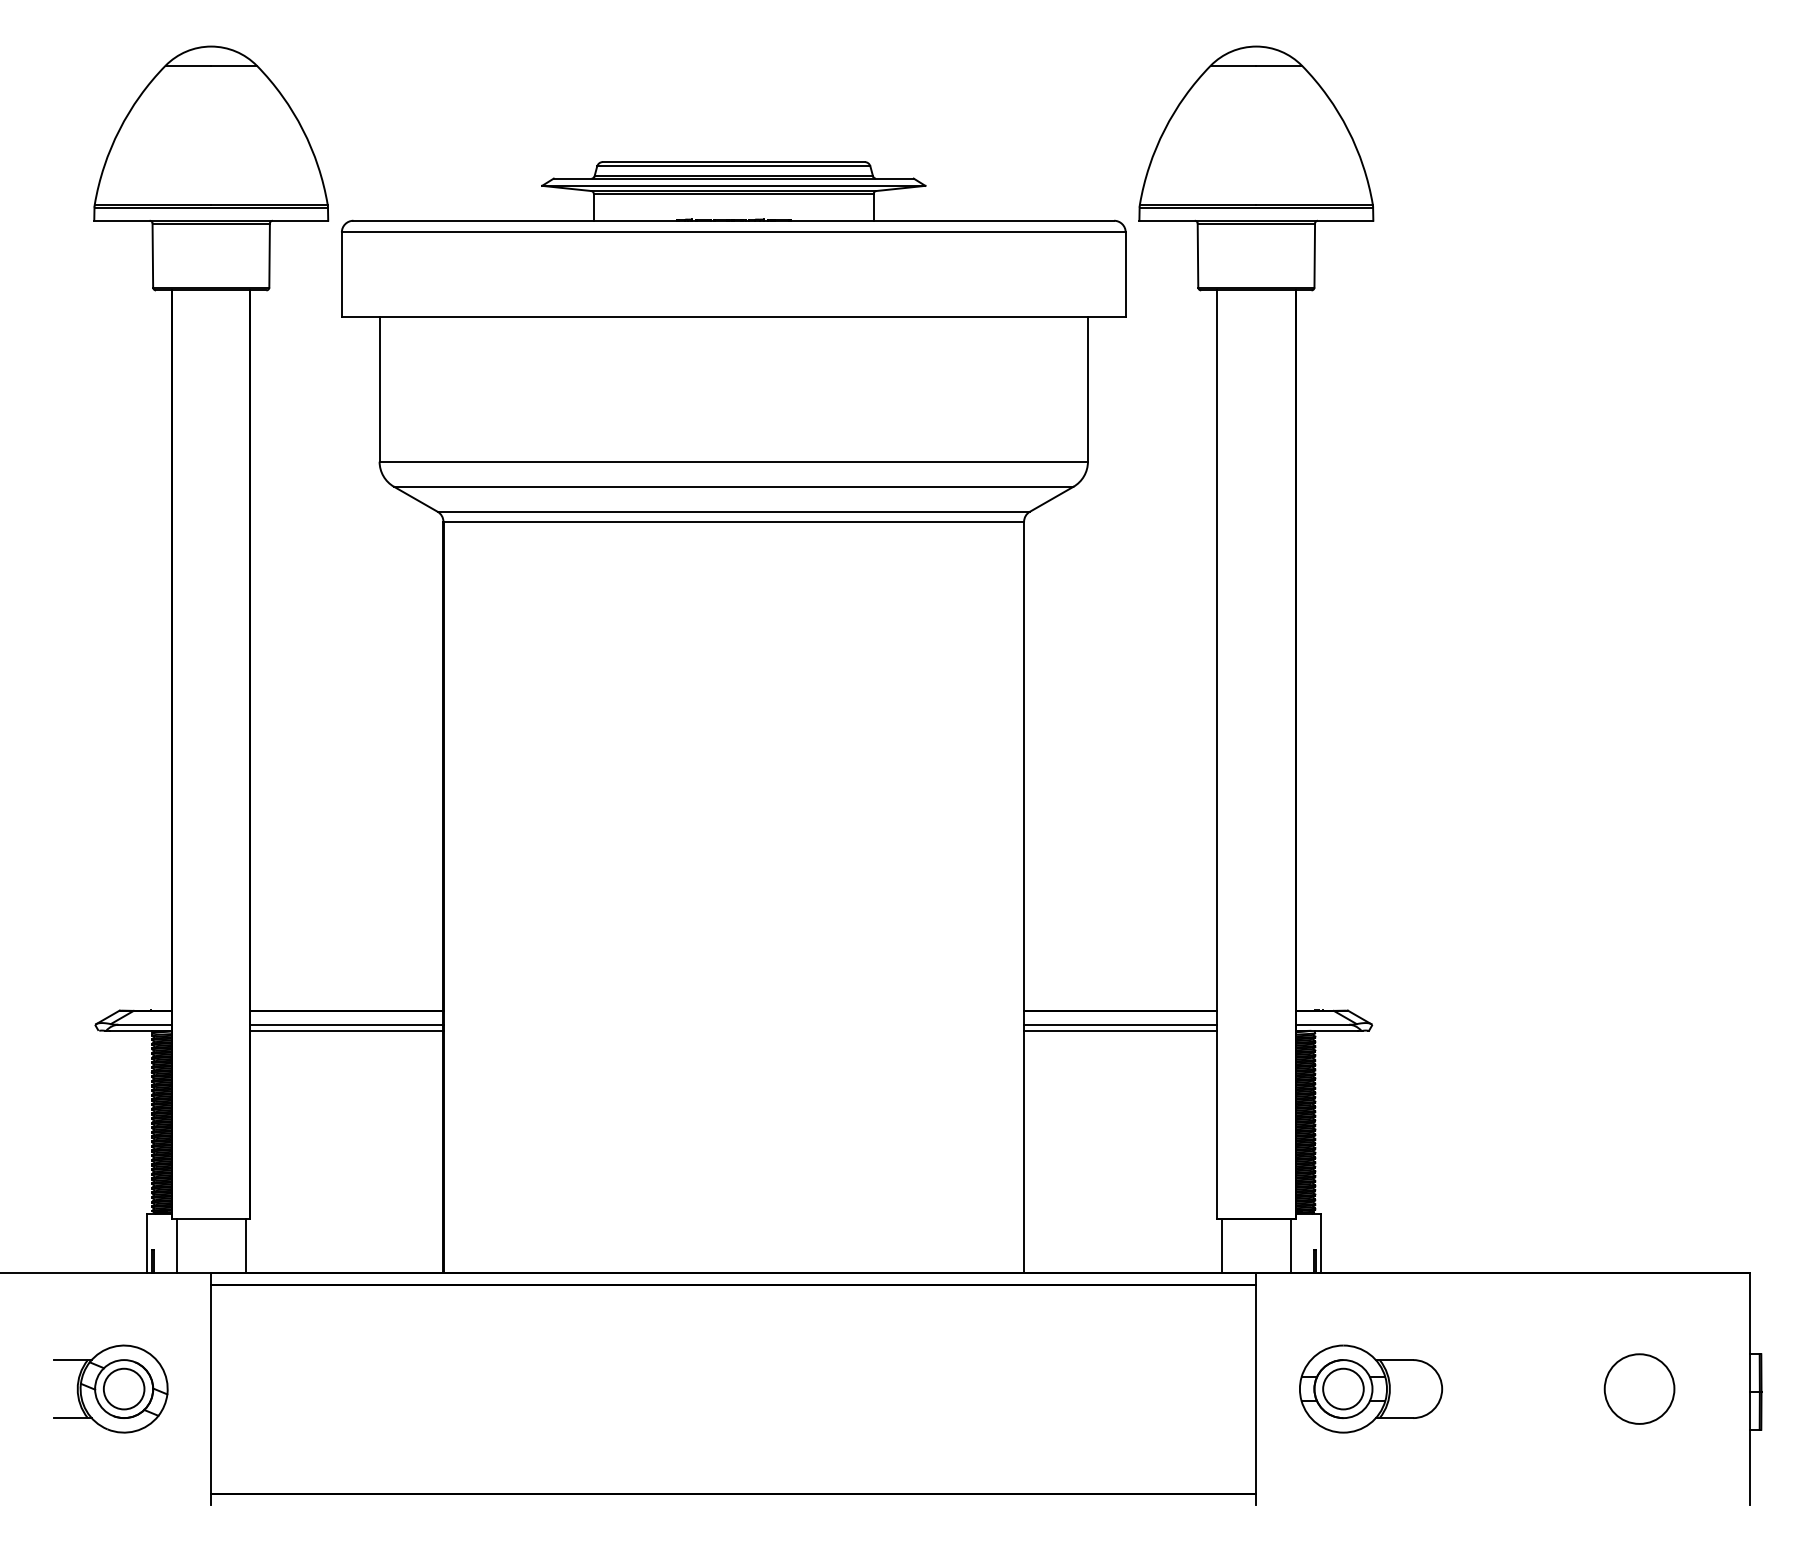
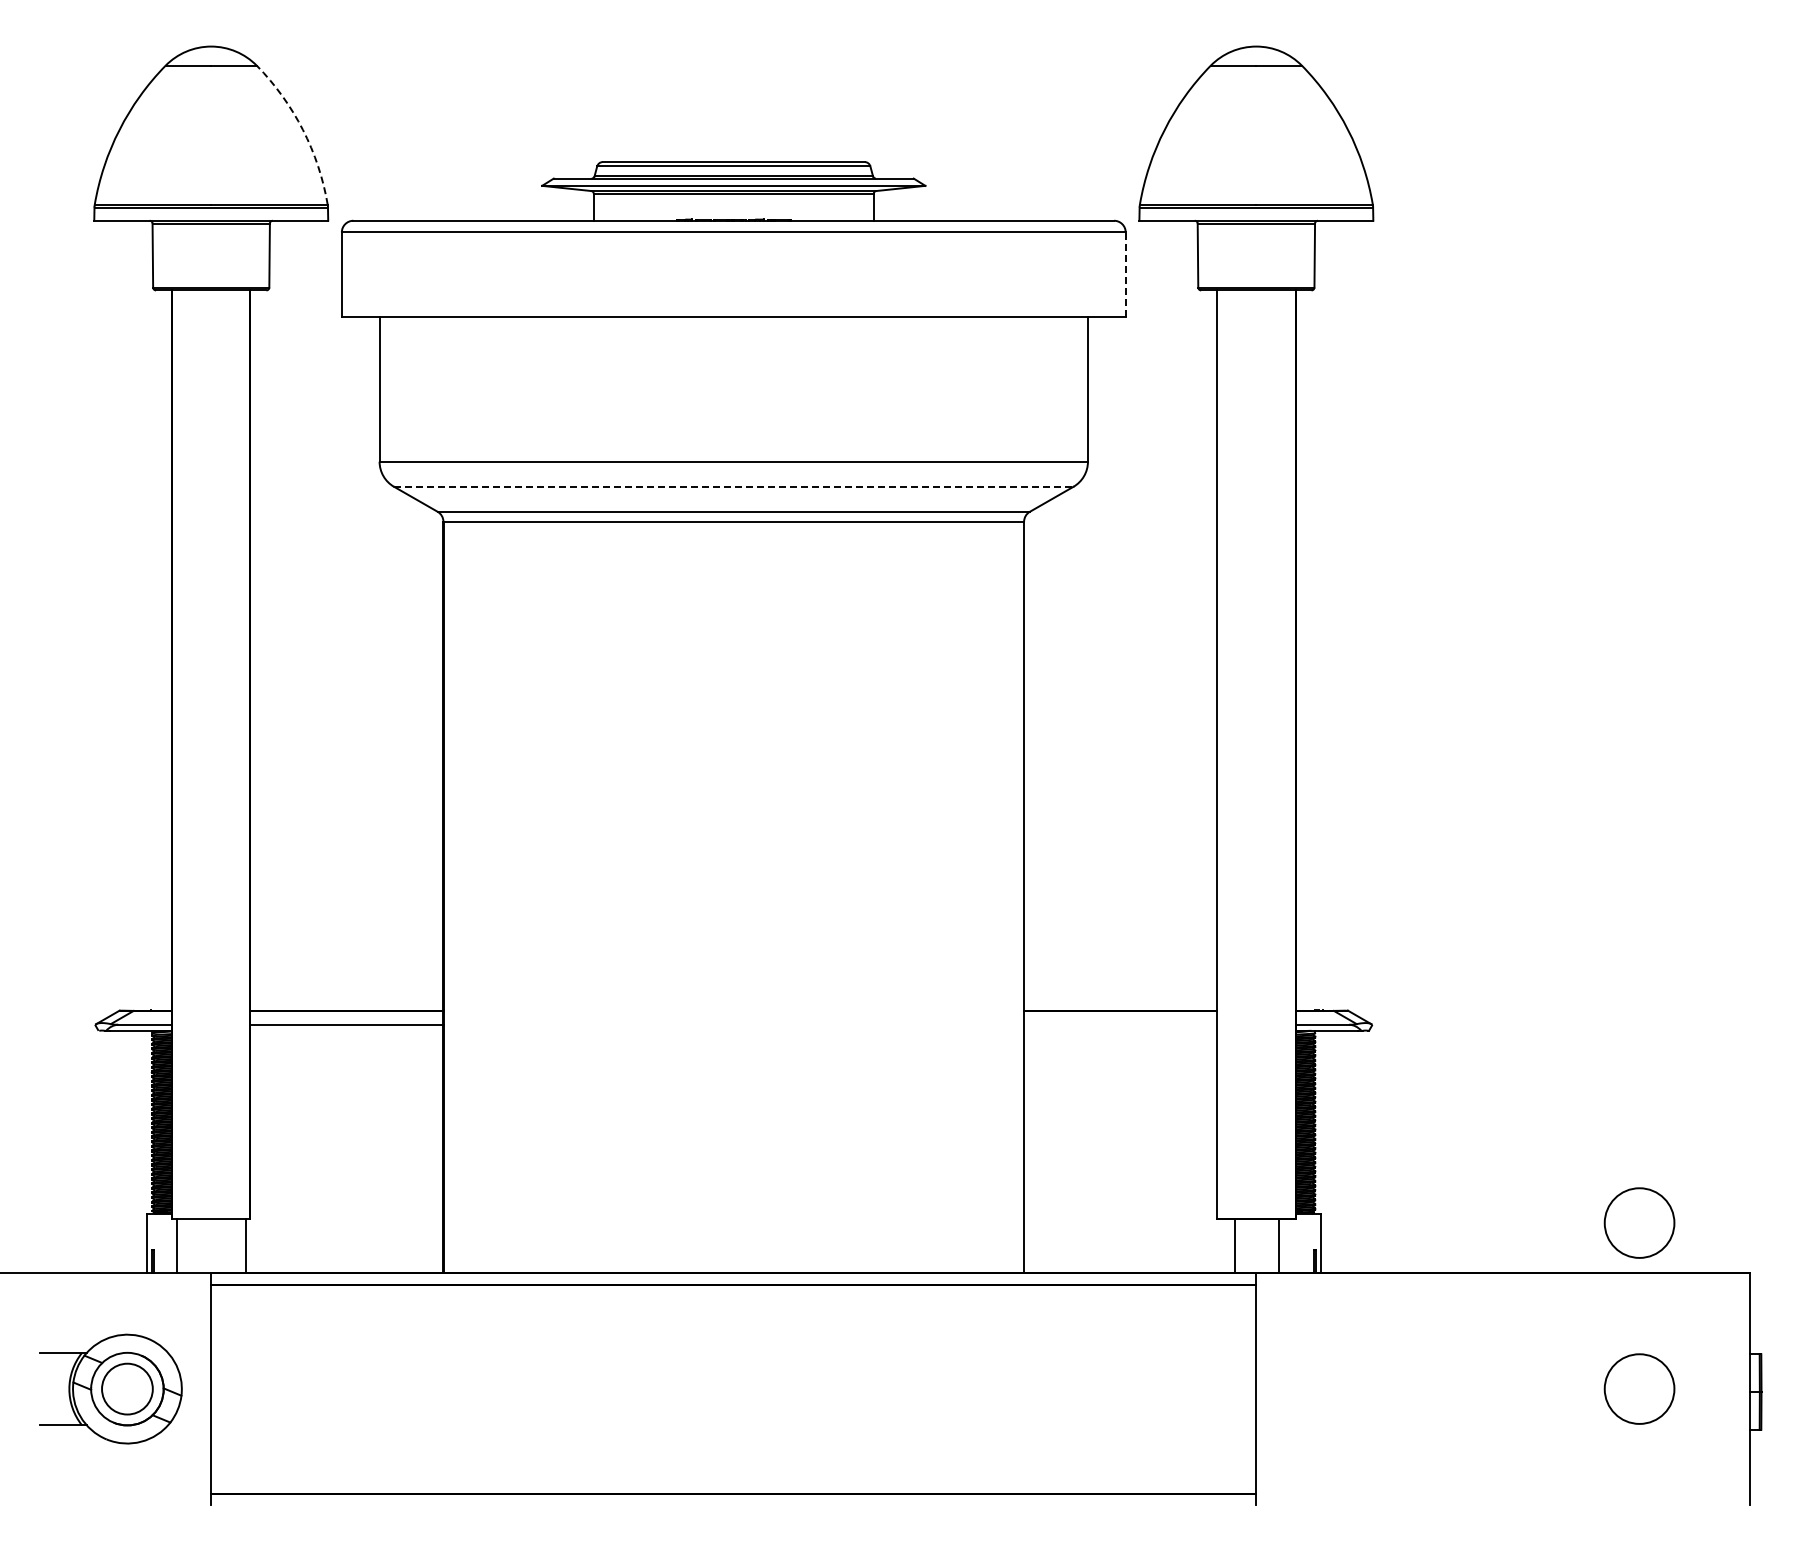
arc at (302, 129): solid -> dashed
line at (1125, 273): solid -> dashed
line at (733, 486): solid -> dashed
line at (1120, 1024): present -> none
line at (346, 1030): present -> none
line at (1120, 1030): present -> none
circle at (1639, 1222): none -> present
line at (1222, 1245) position: (1222, 1245) -> (1235, 1245)
line at (1290, 1245) position: (1290, 1245) -> (1278, 1245)
part at (110, 1388) size: 116x90 px -> 144x112 px
part at (1371, 1388): present -> none
